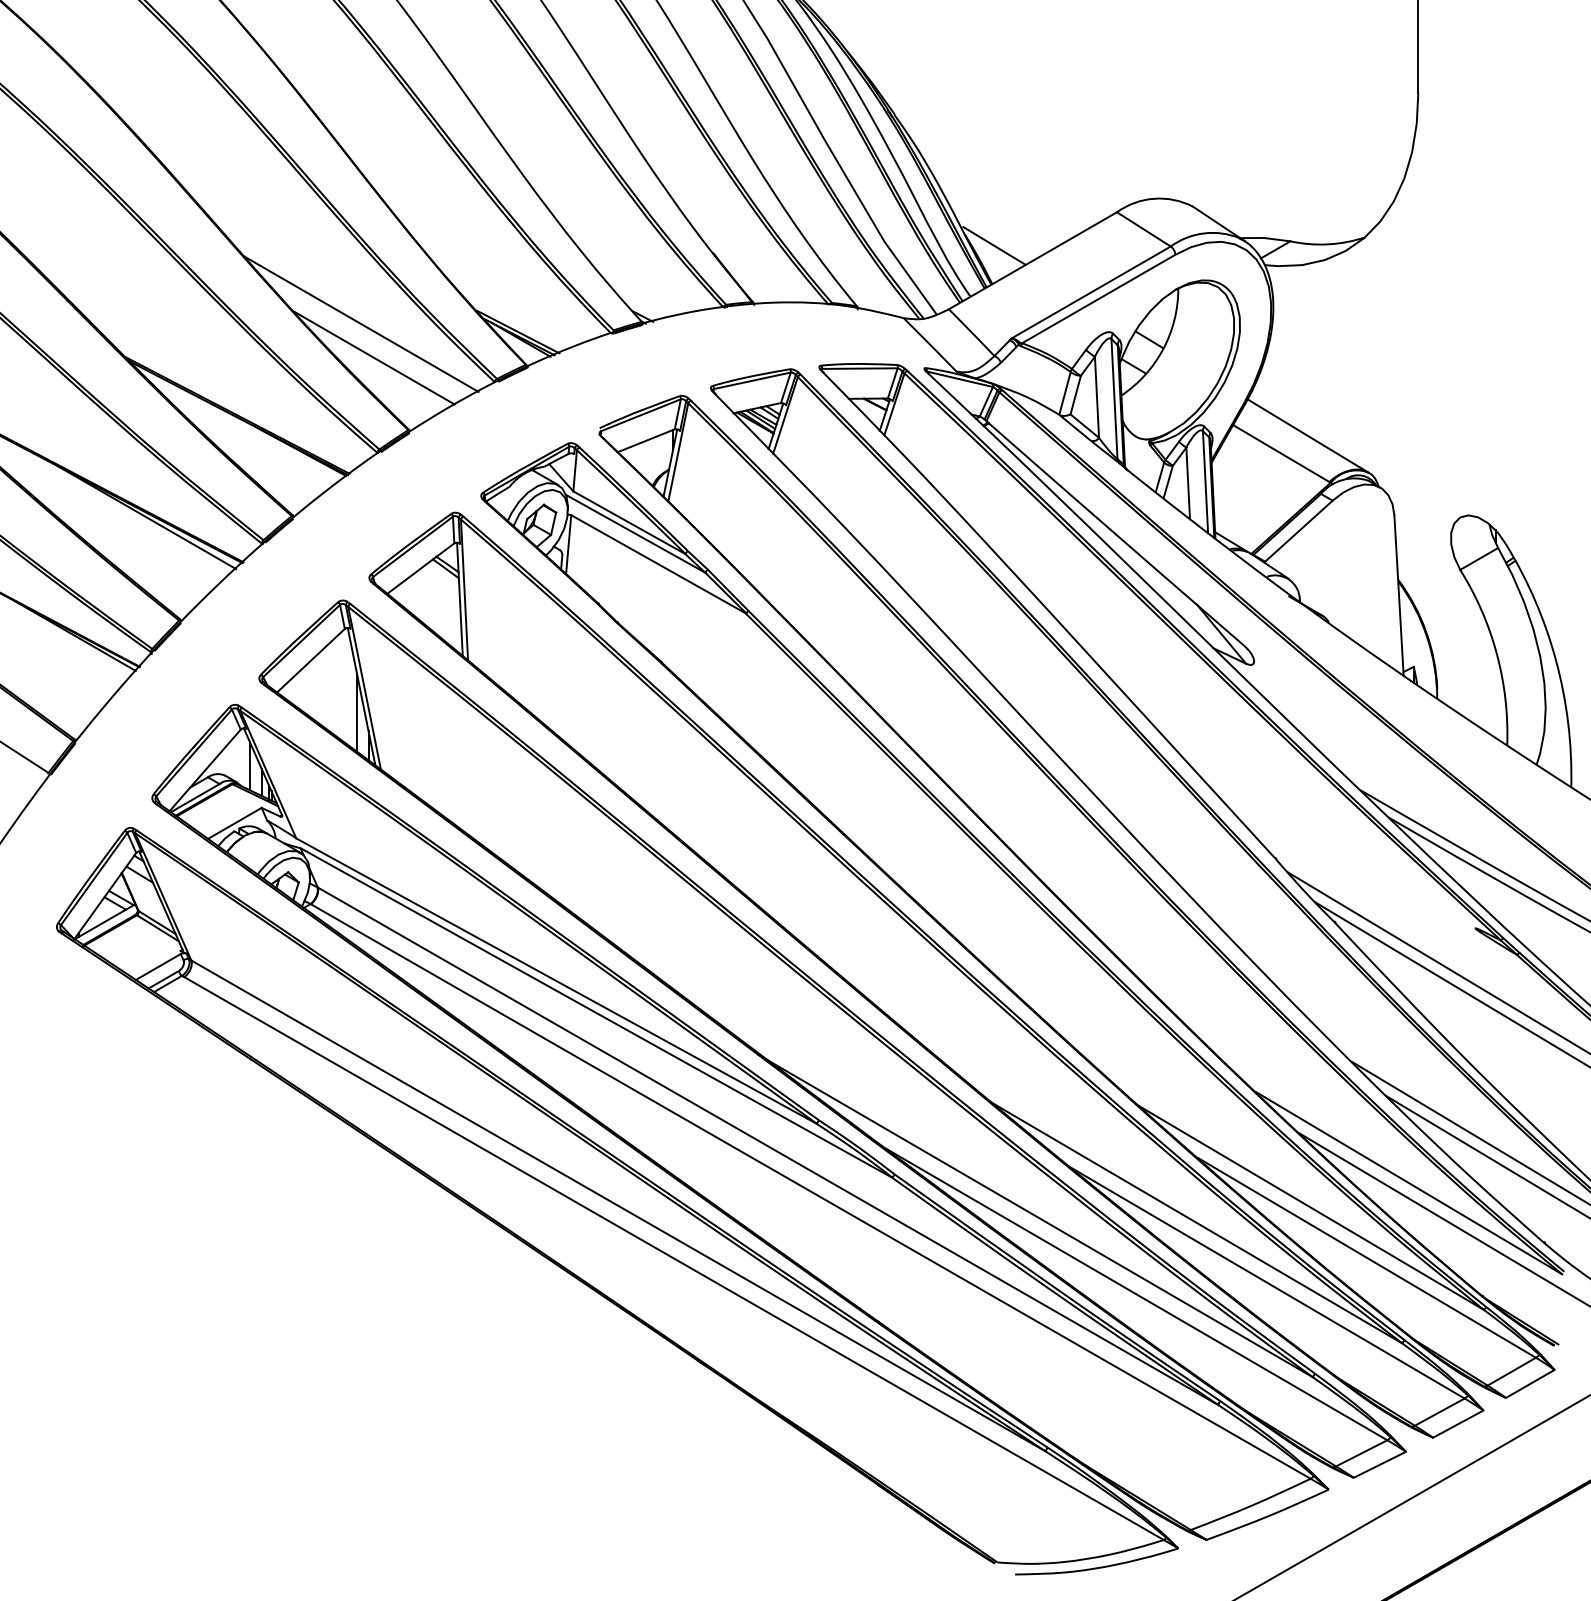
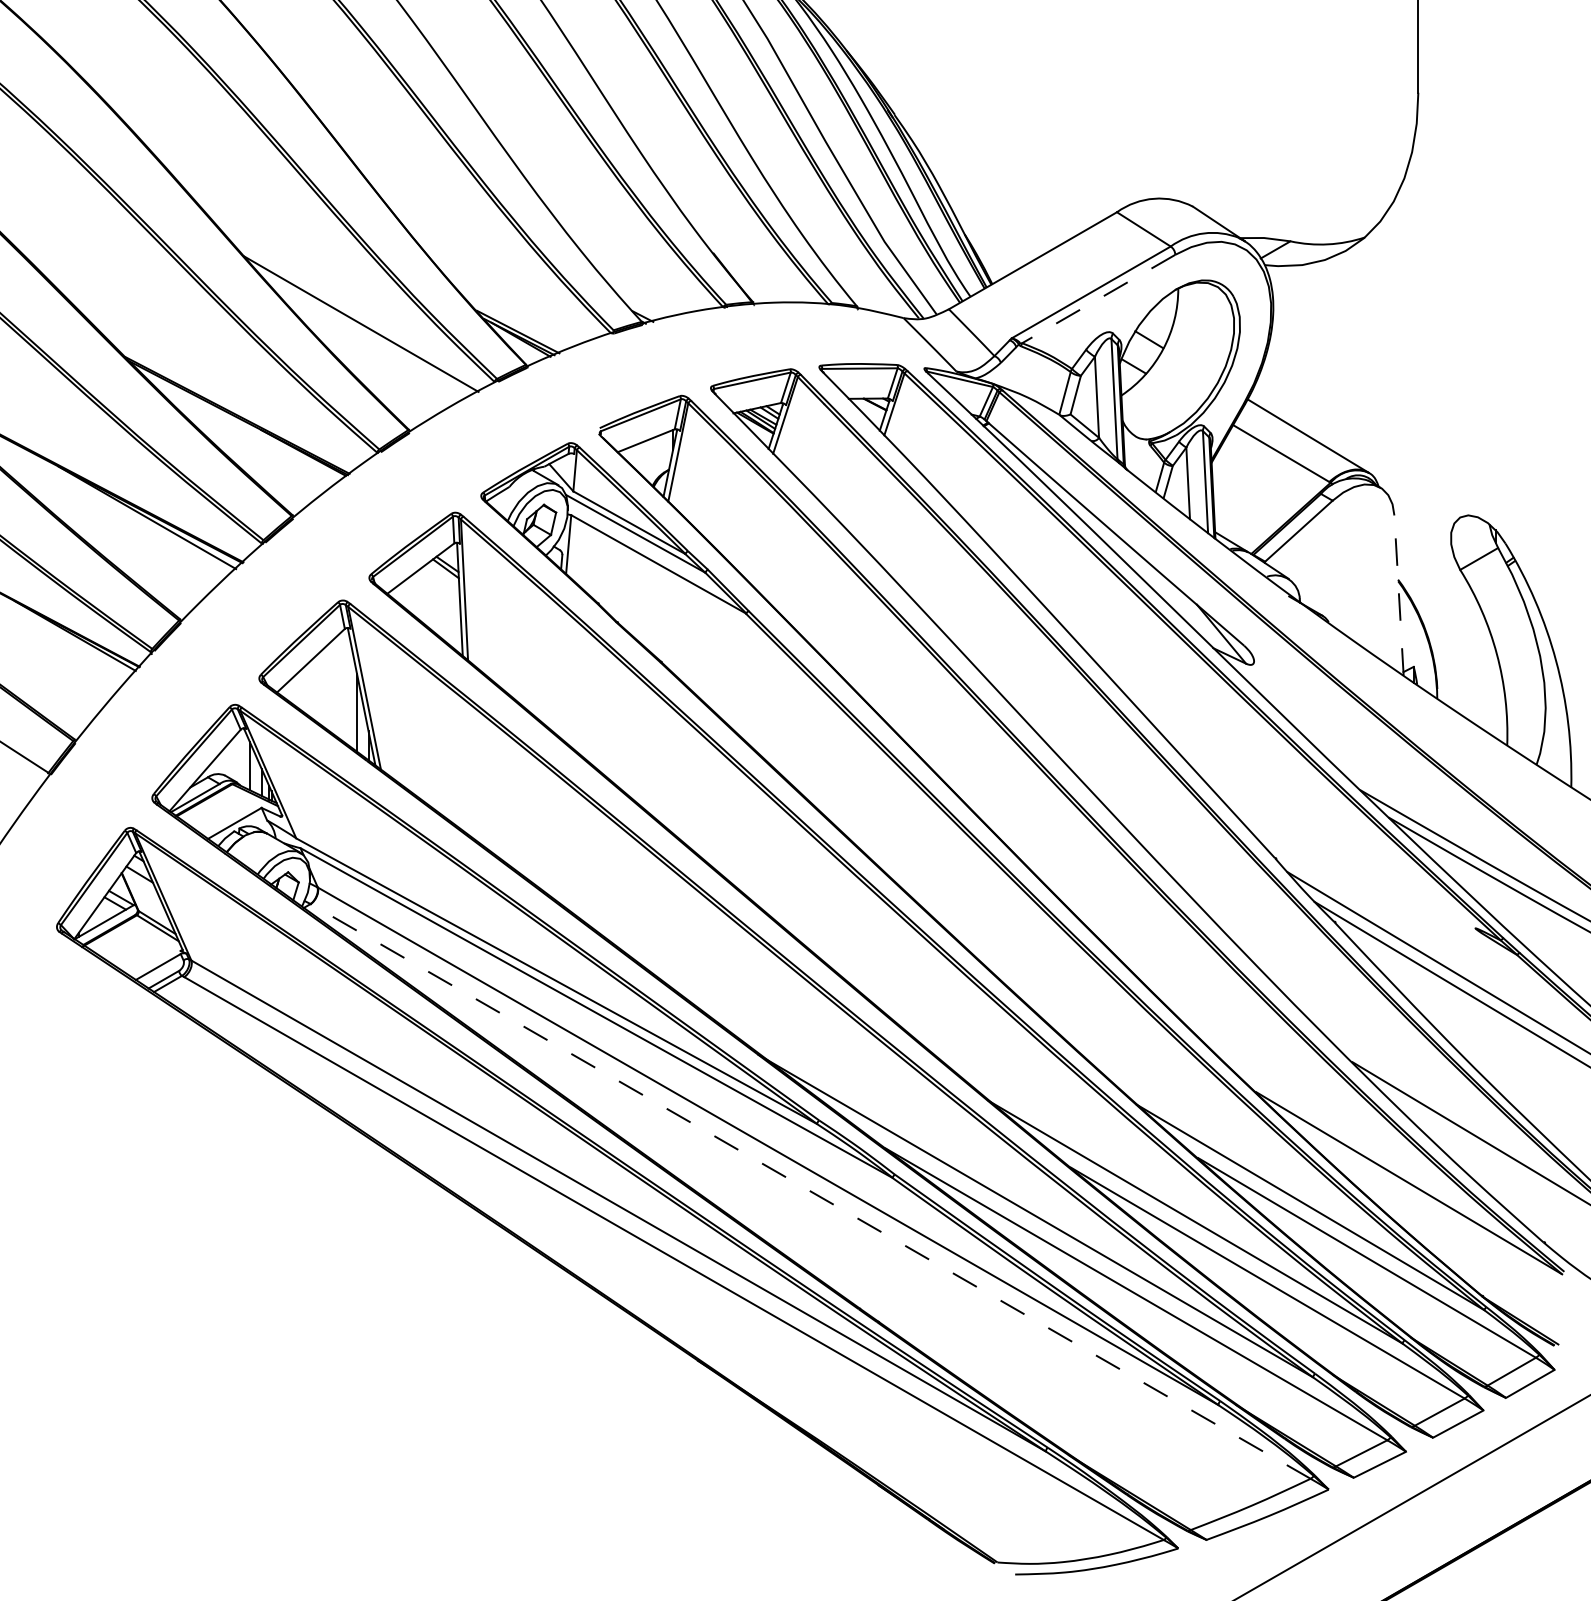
line at (994, 245): present -> none
line at (1098, 299): solid -> dashed
line at (374, 357): present -> none
line at (1399, 595): solid -> dashed
line at (1486, 1156): present -> none
line at (810, 1191): solid -> dashed
line at (1443, 1218): present -> none
